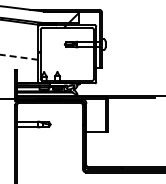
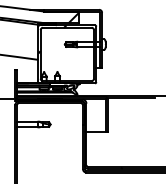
arc at (18, 57): dashed -> solid
